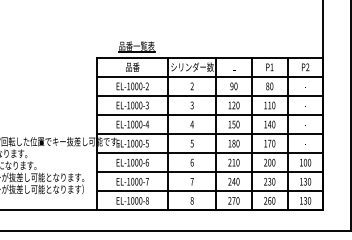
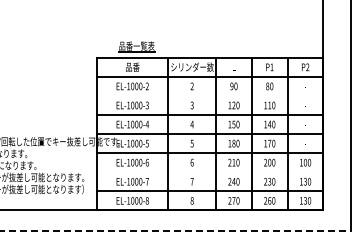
line at (209, 95): present -> none
line at (209, 172): present -> none
line at (175, 230): solid -> dashed
